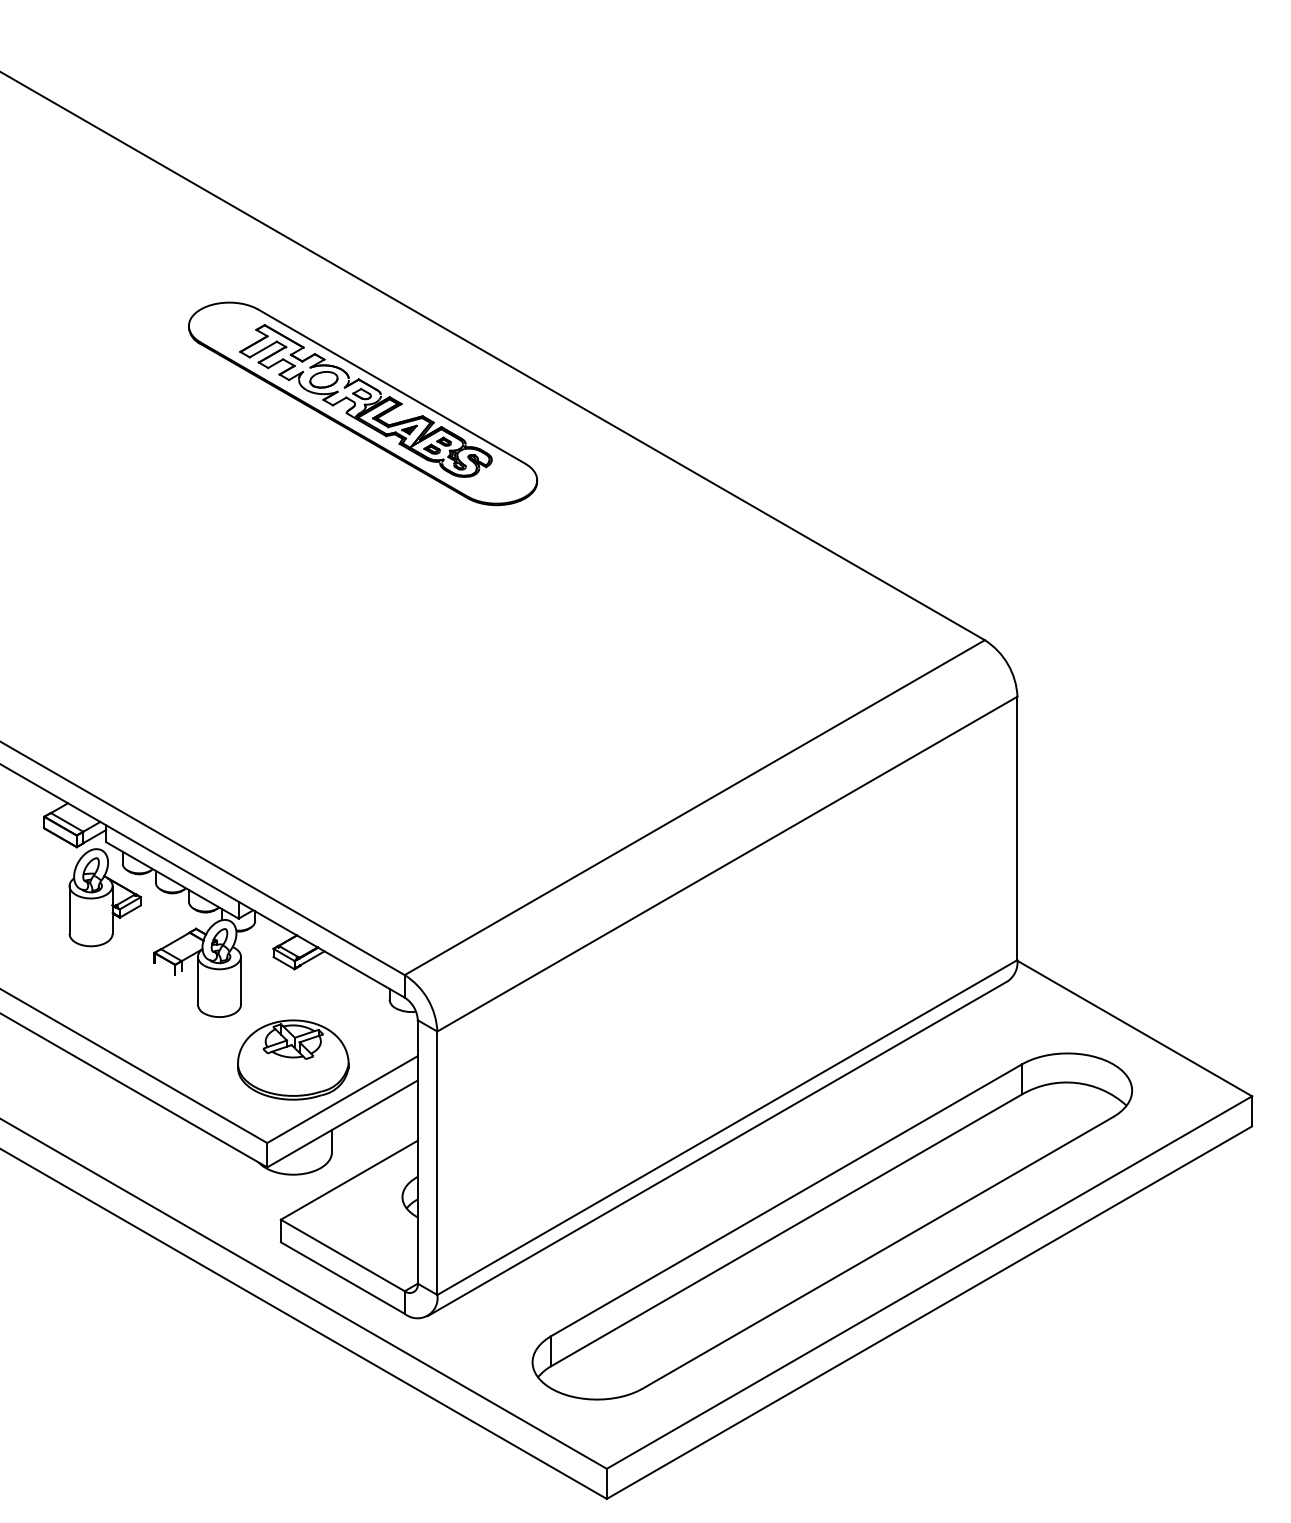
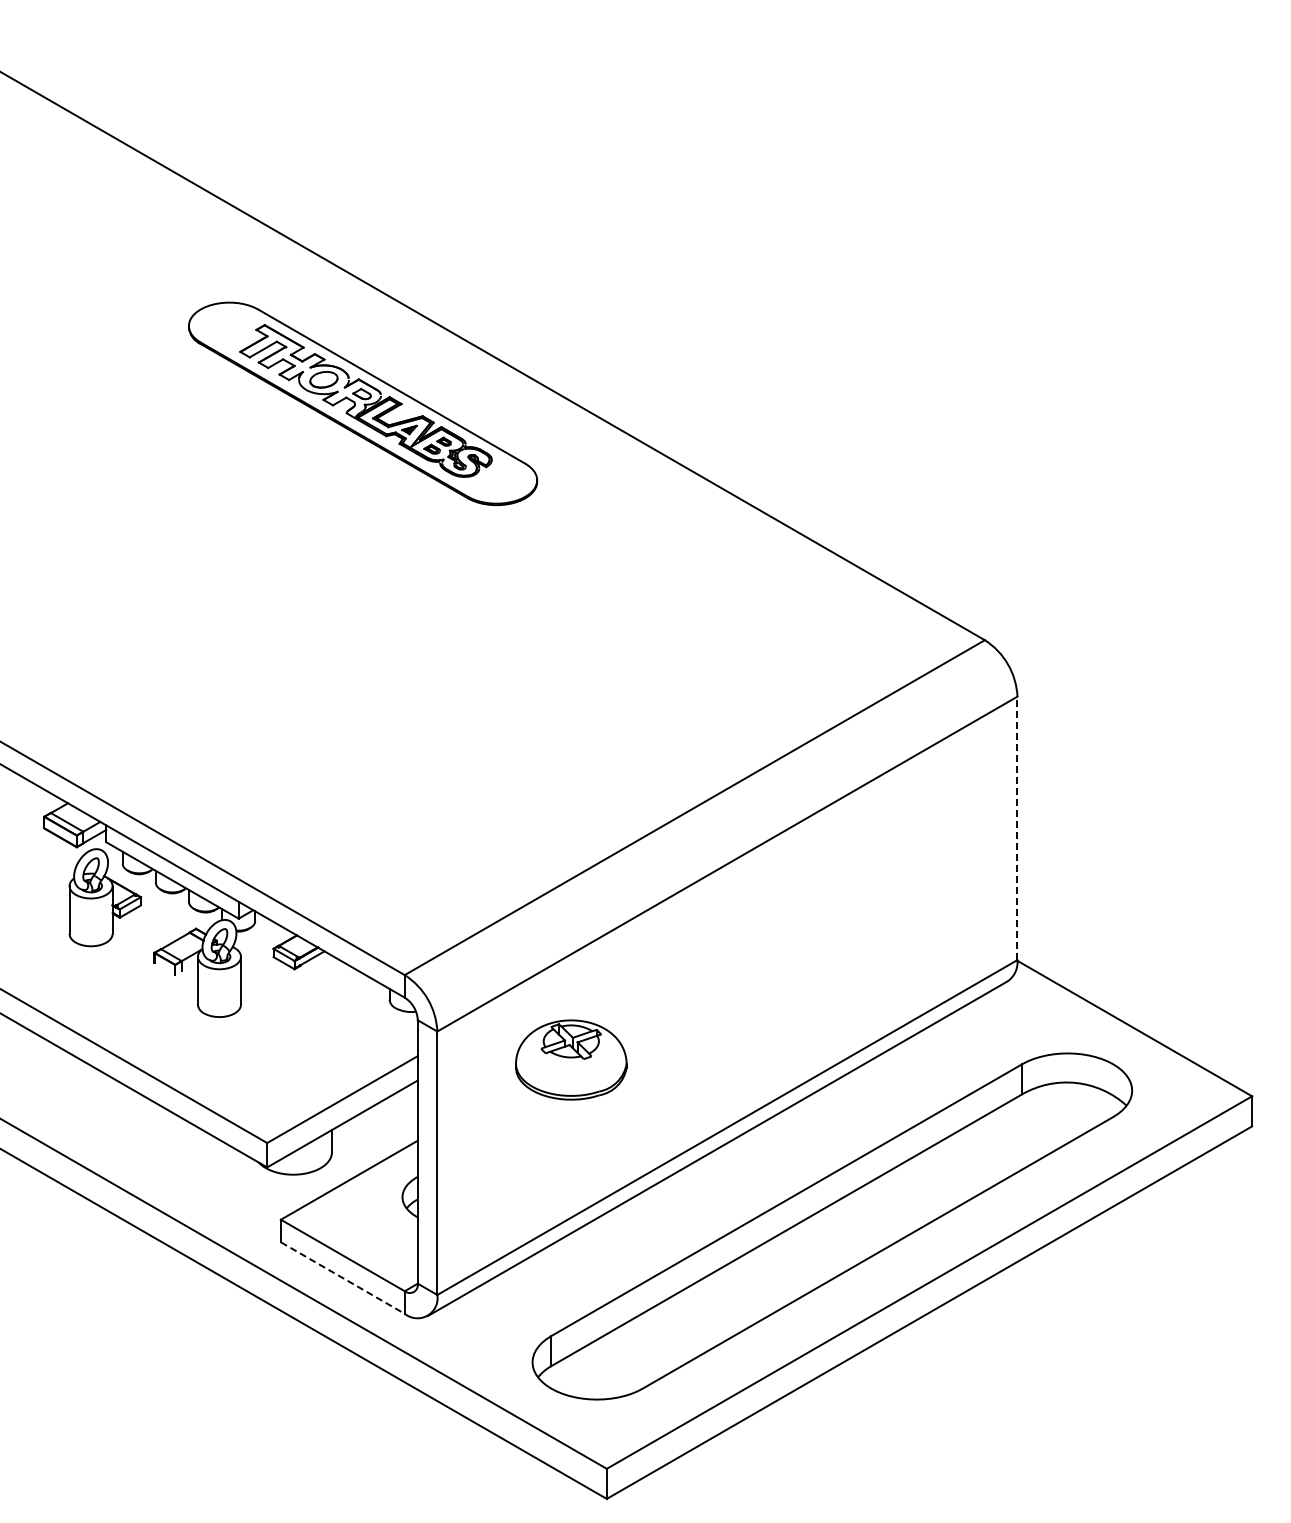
line at (1017, 828): solid -> dashed
part at (293, 1059) position: (293, 1059) -> (571, 1059)
line at (343, 1278): solid -> dashed
